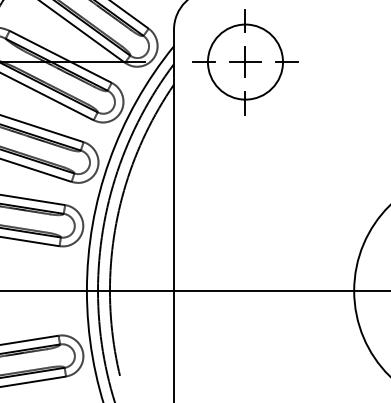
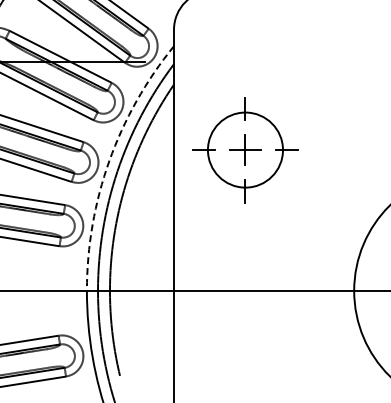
part at (245, 62) position: (245, 62) -> (245, 150)
arc at (109, 161): solid -> dashed
